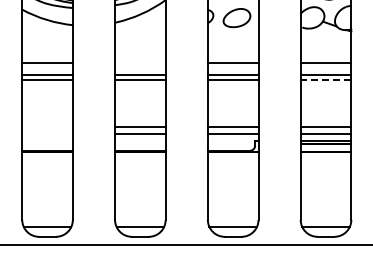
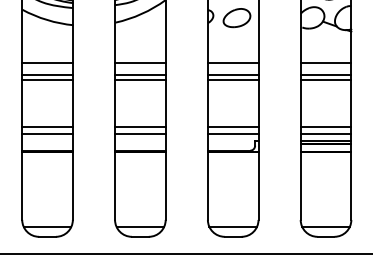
line at (140, 62): none -> present
line at (325, 79): dashed -> solid
line at (47, 127): none -> present
line at (47, 133): none -> present
line at (185, 244) position: (185, 244) -> (185, 253)
